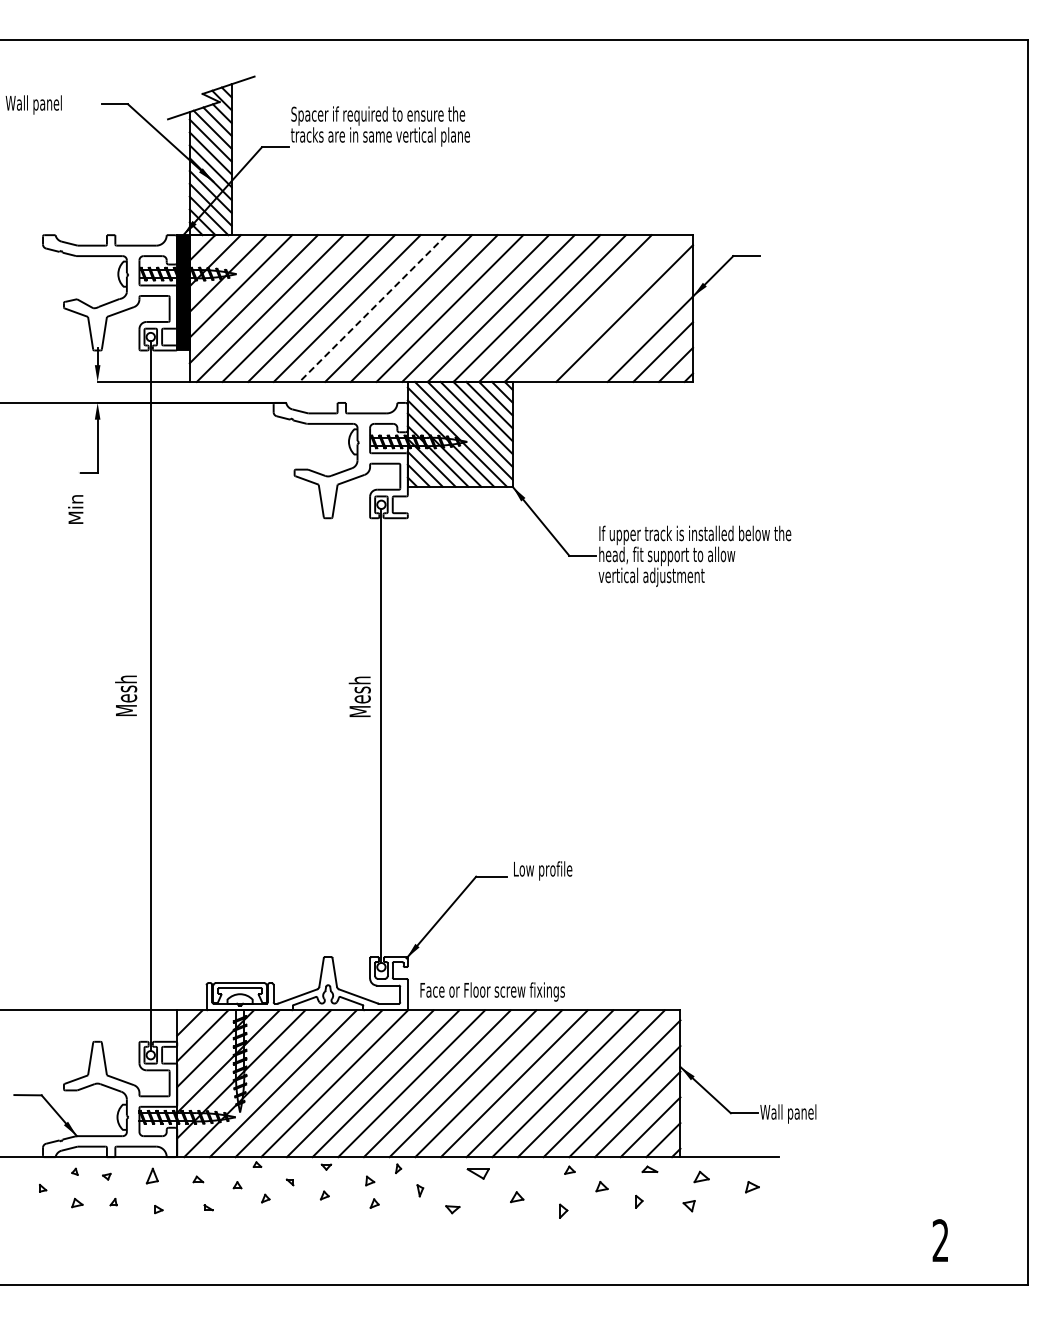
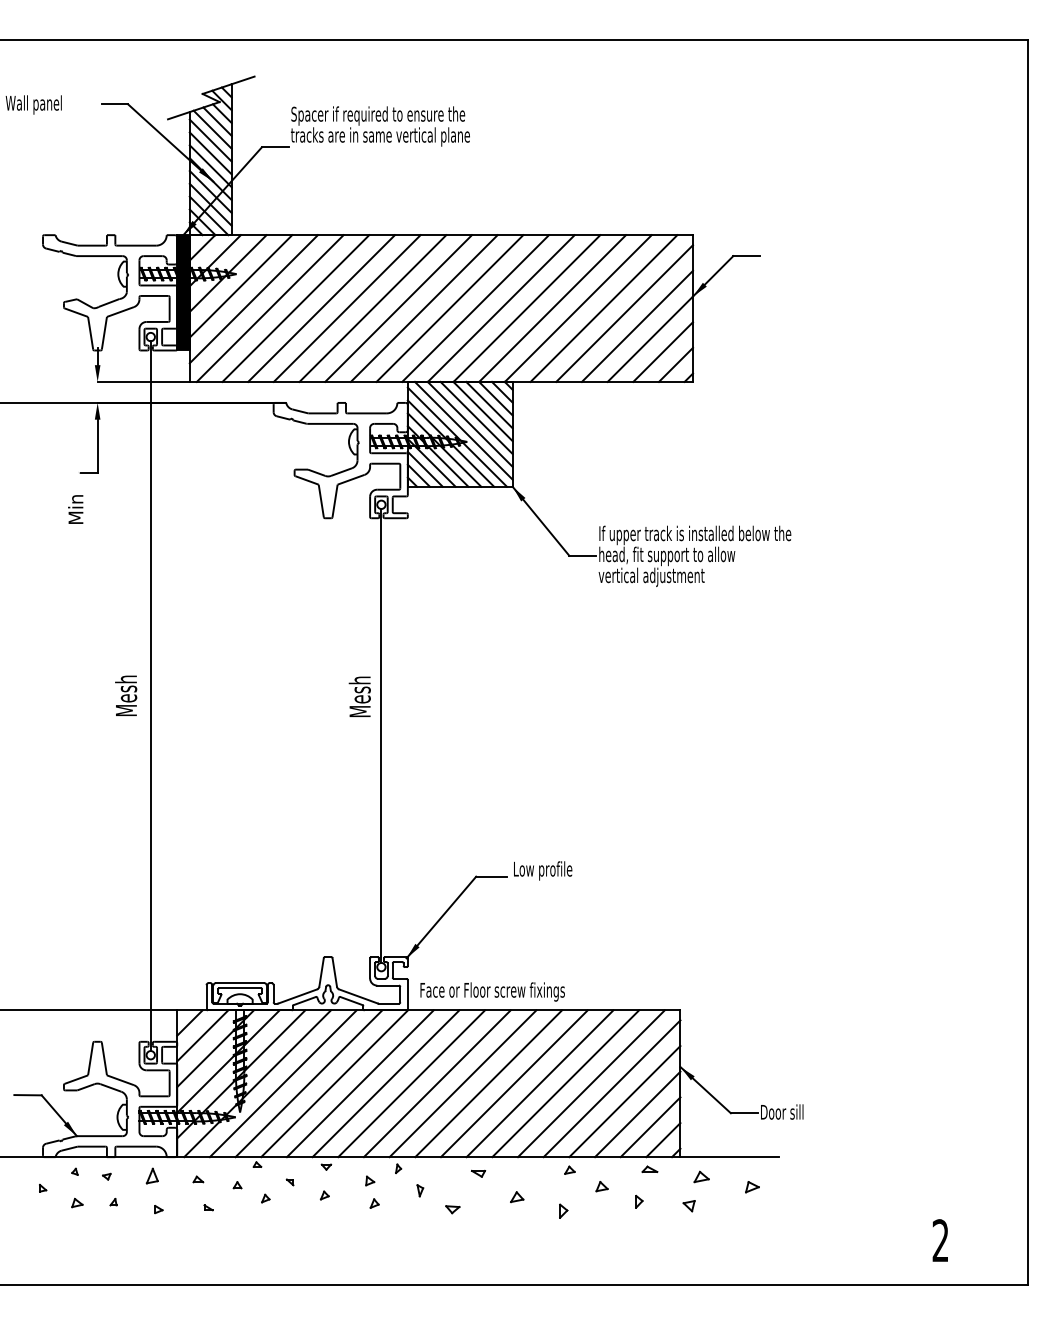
line at (372, 308): dashed -> solid
line at (603, 308): none -> present
line at (637, 325): none -> present
text at (788, 1113): Wall panel -> Door sill
part at (477, 1173) size: 24x12 px -> 16x9 px
